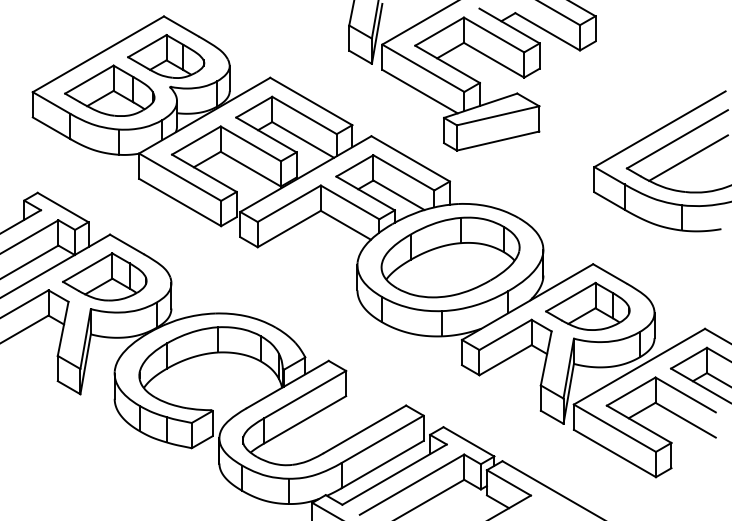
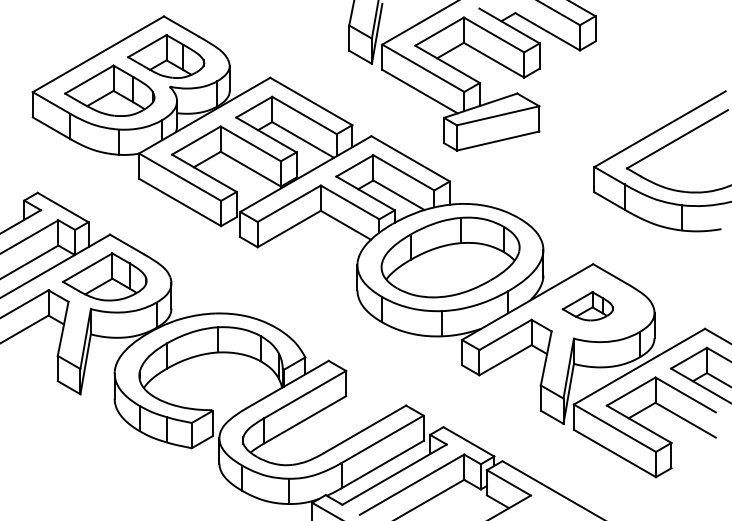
line at (688, 157): present -> none
part at (587, 305) size: 86x50 px -> 53x31 px
